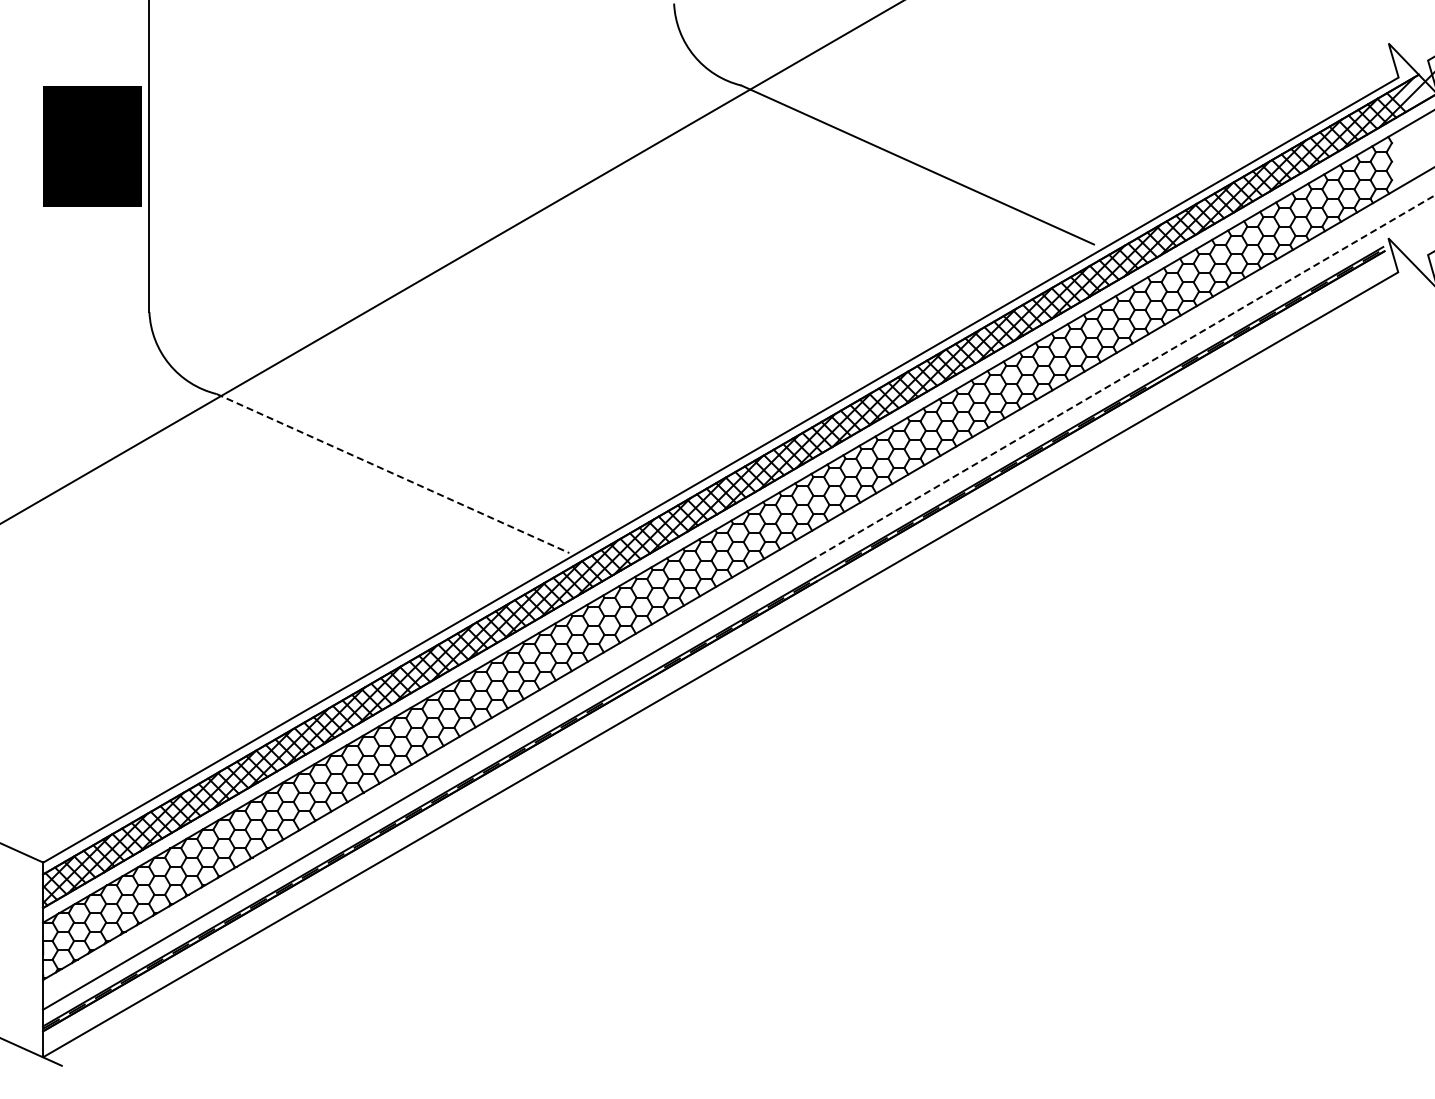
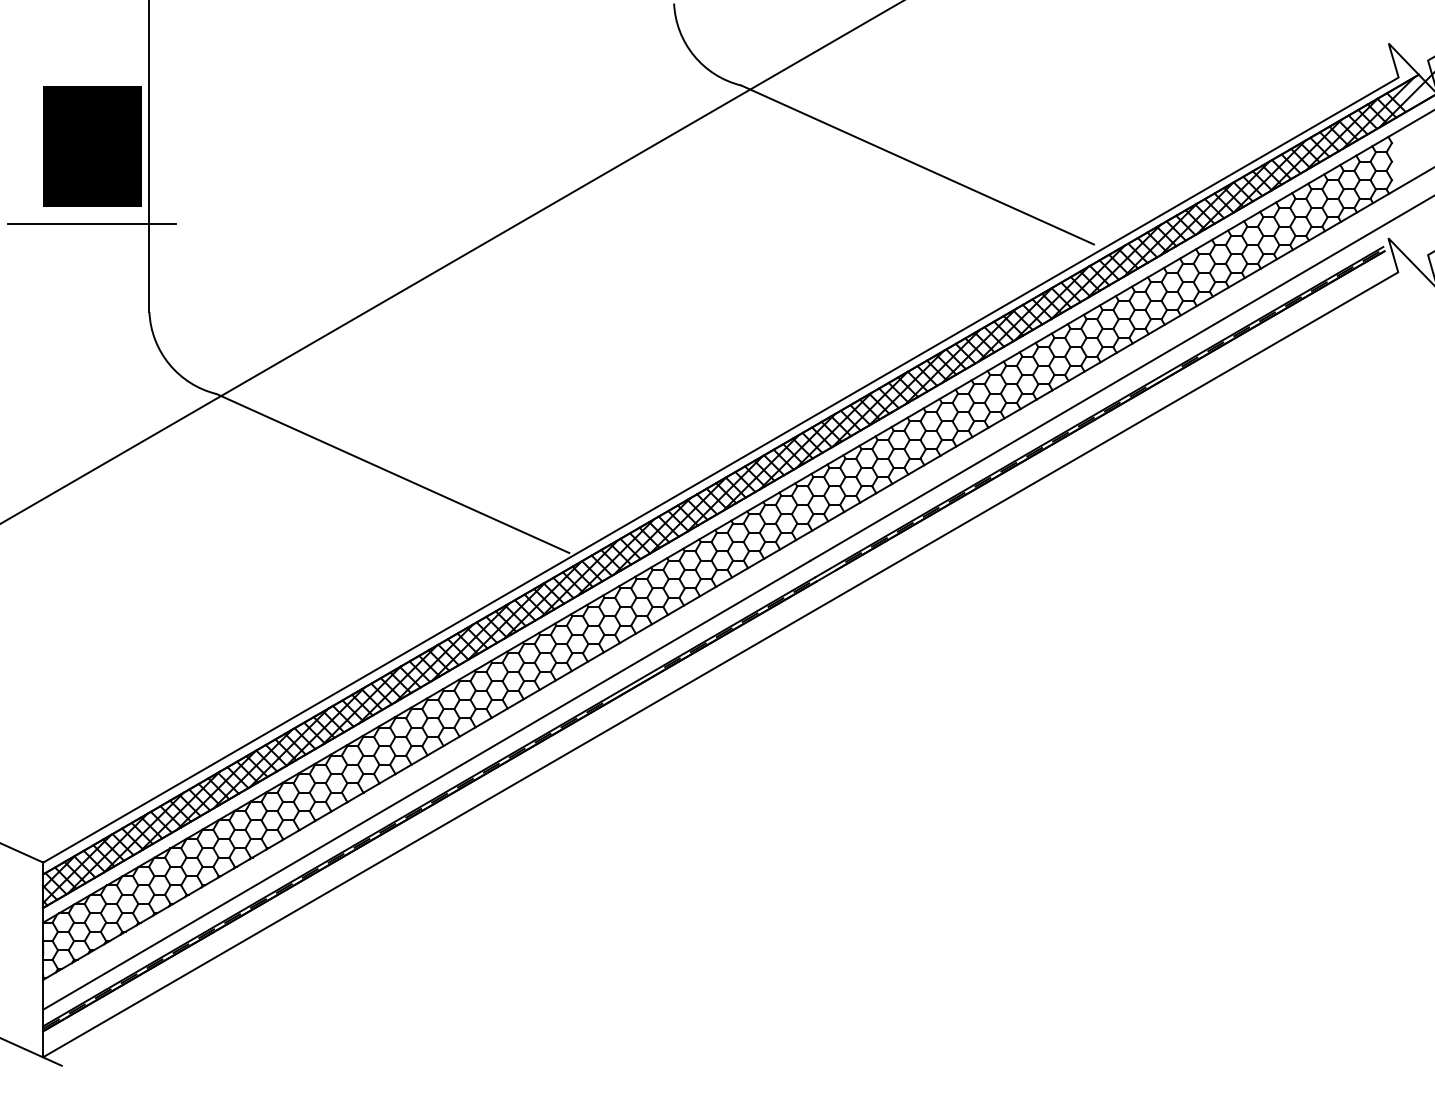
line at (92, 224): none -> present
line at (1122, 378): dashed -> solid
line at (393, 473): dashed -> solid
